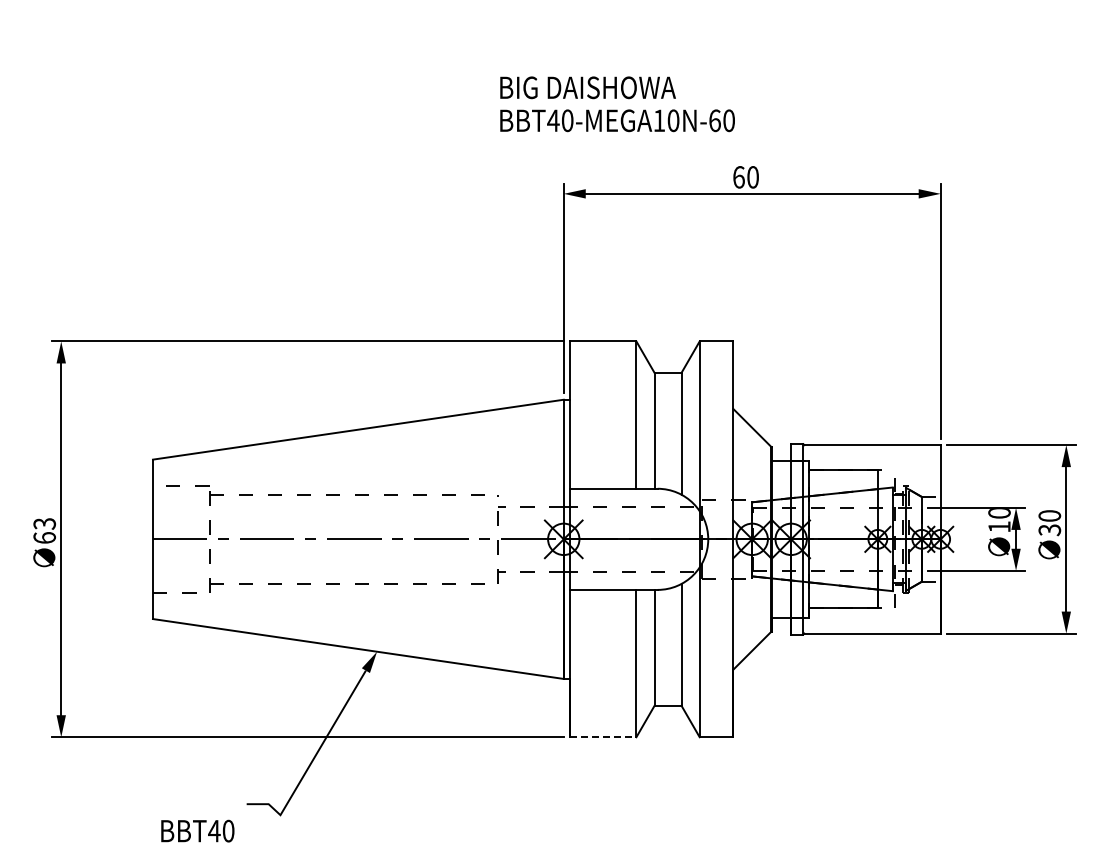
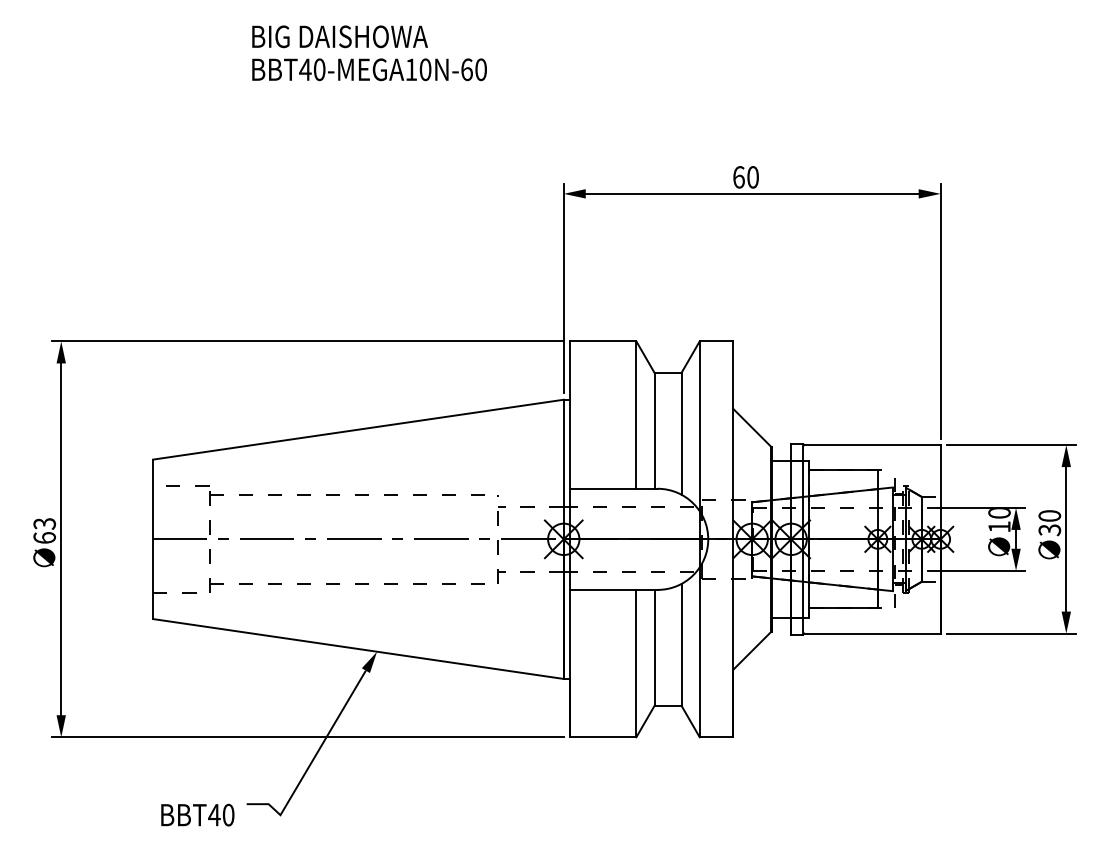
text at (617, 104) position: (617, 104) -> (369, 53)
line at (603, 737): dashed -> solid
text at (197, 830) position: (197, 830) -> (197, 814)
